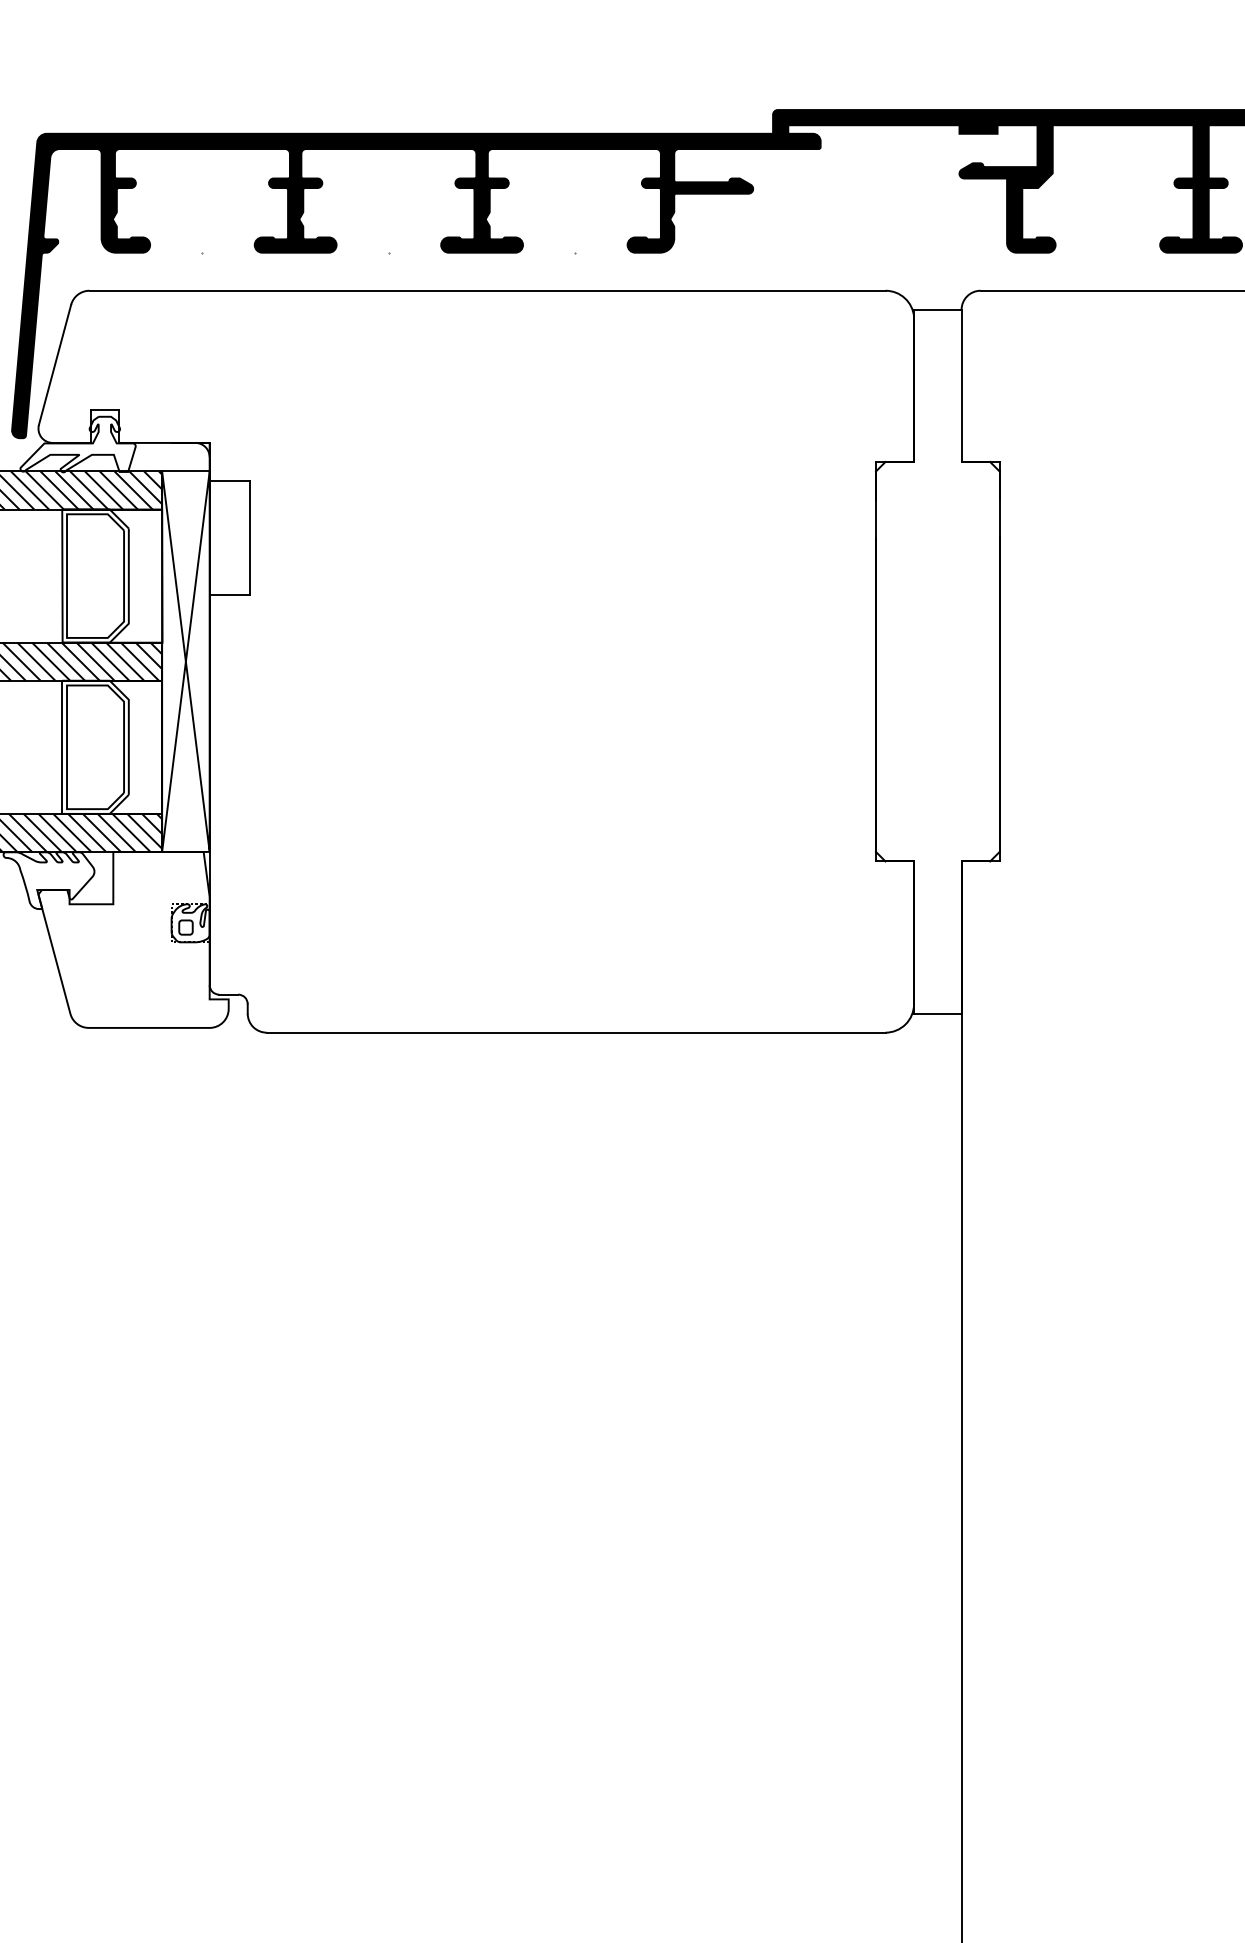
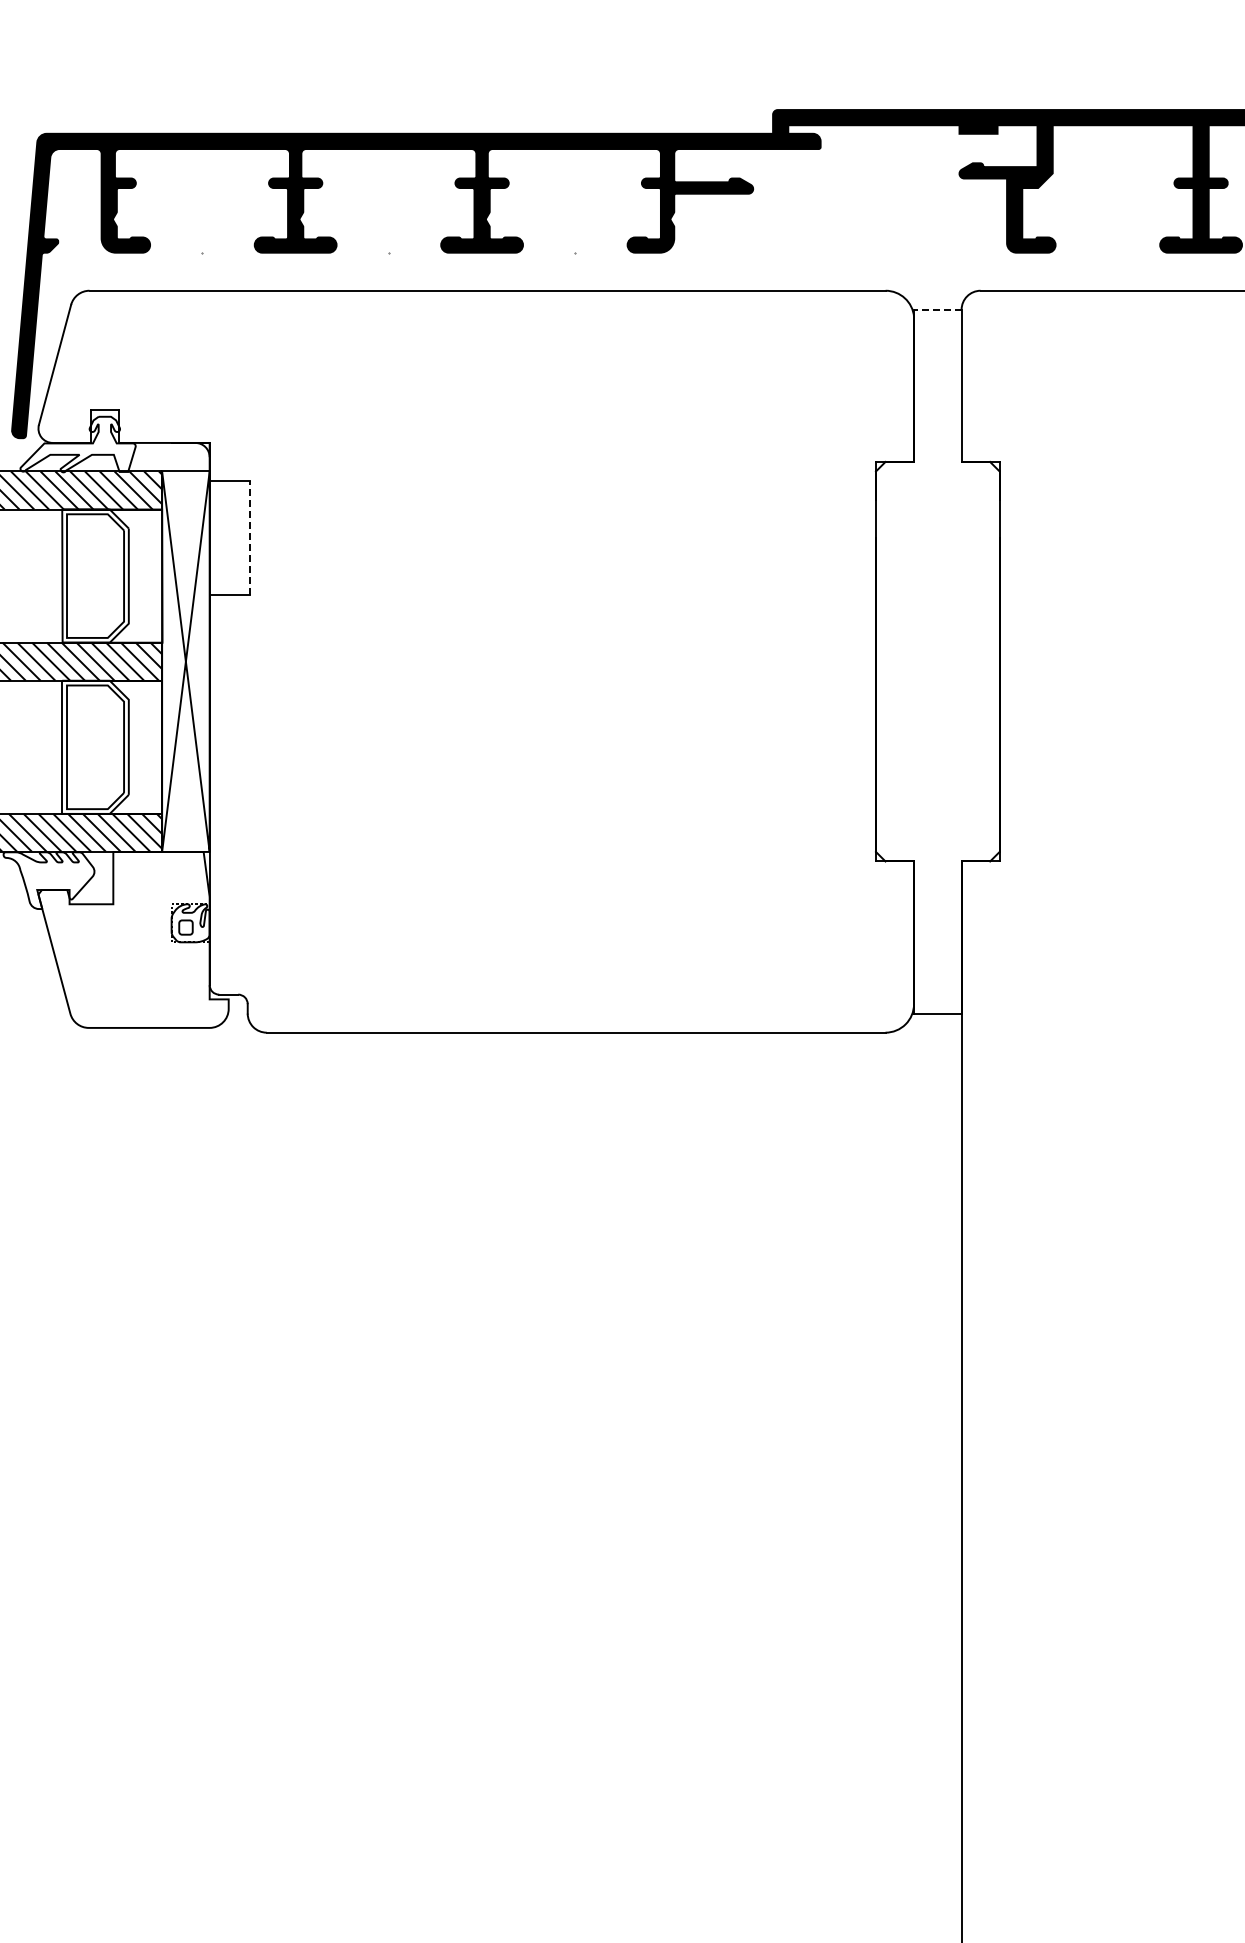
line at (937, 309): solid -> dashed
line at (249, 537): solid -> dashed
